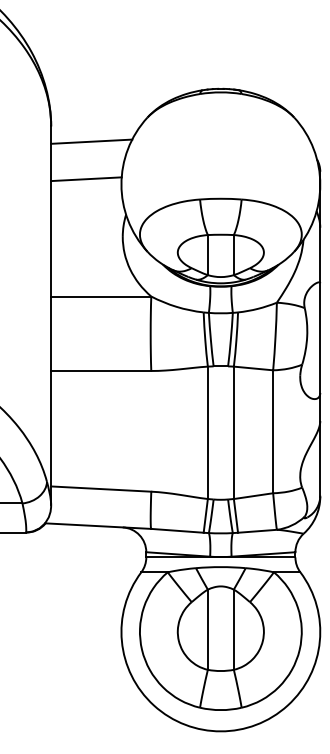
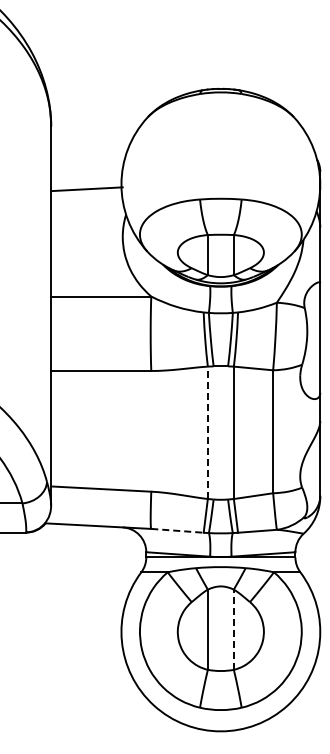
line at (91, 141): present -> none
line at (86, 179) position: (86, 179) -> (87, 189)
line at (207, 432): solid -> dashed
line at (177, 530): solid -> dashed
line at (233, 629): solid -> dashed
